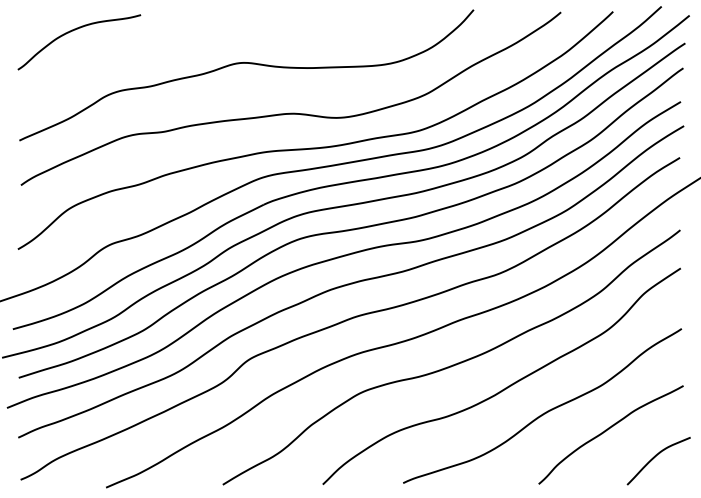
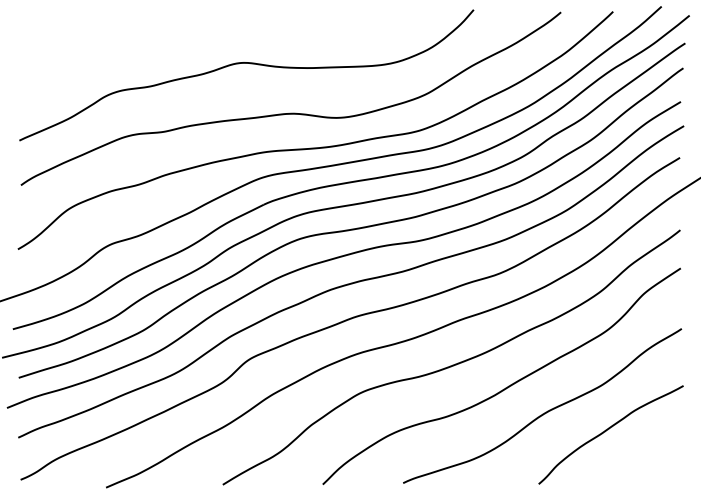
curve at (73, 31): present -> none
curve at (655, 457): present -> none
